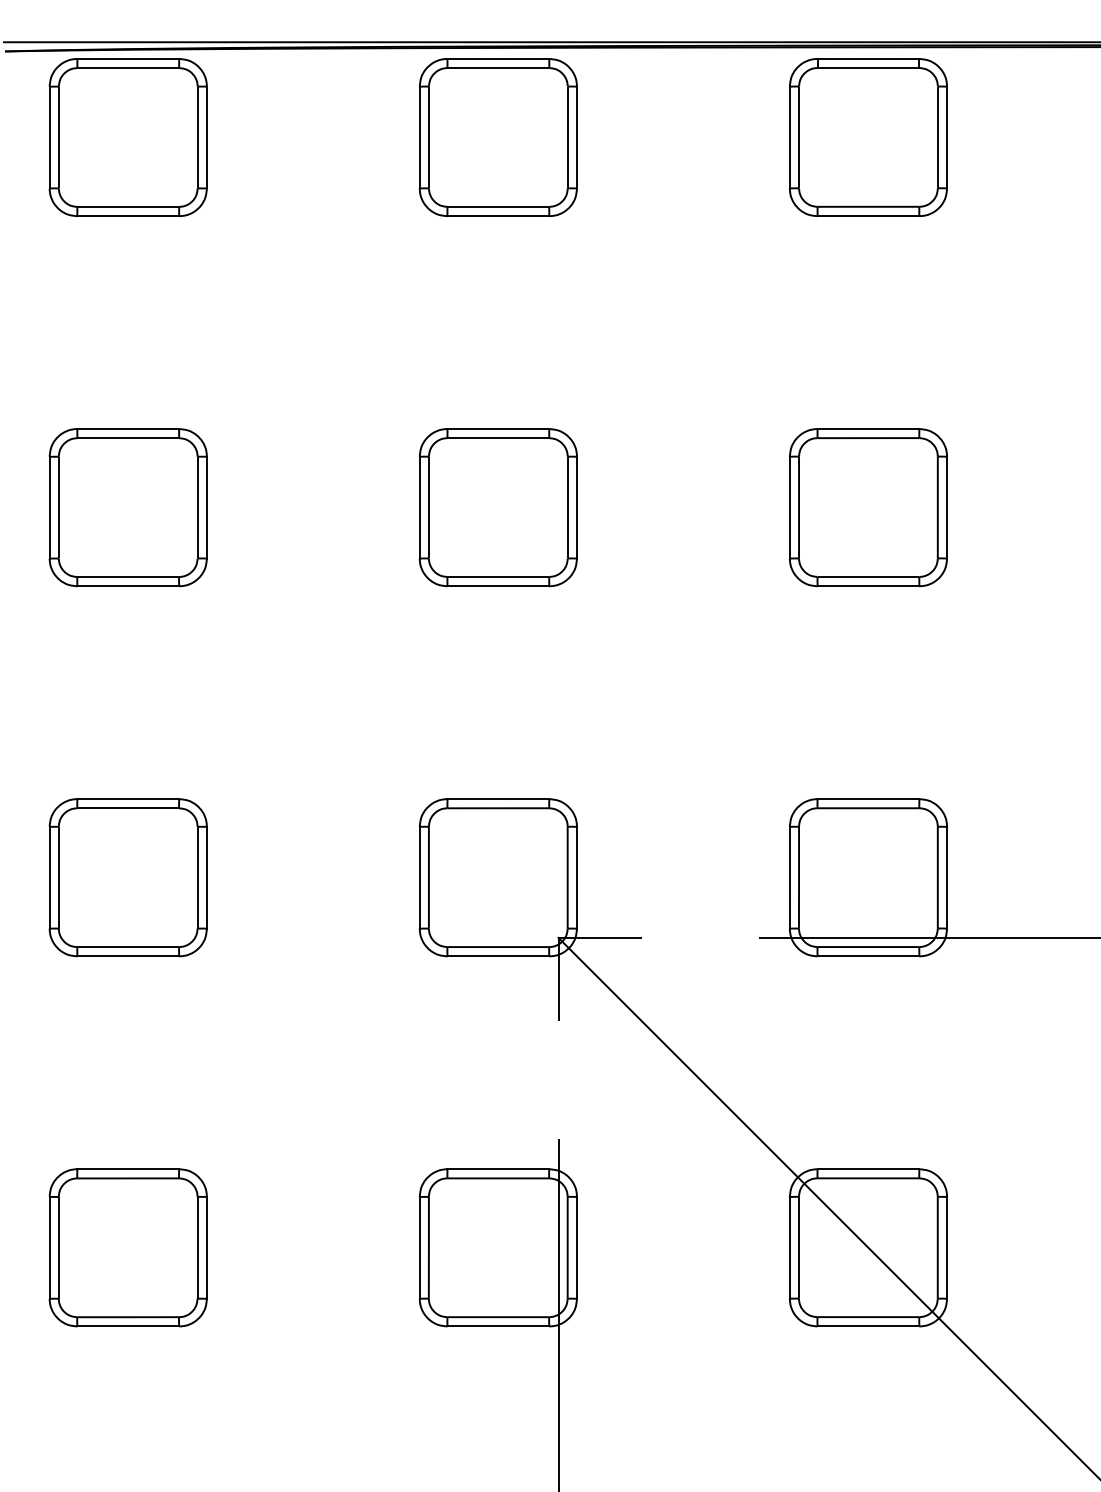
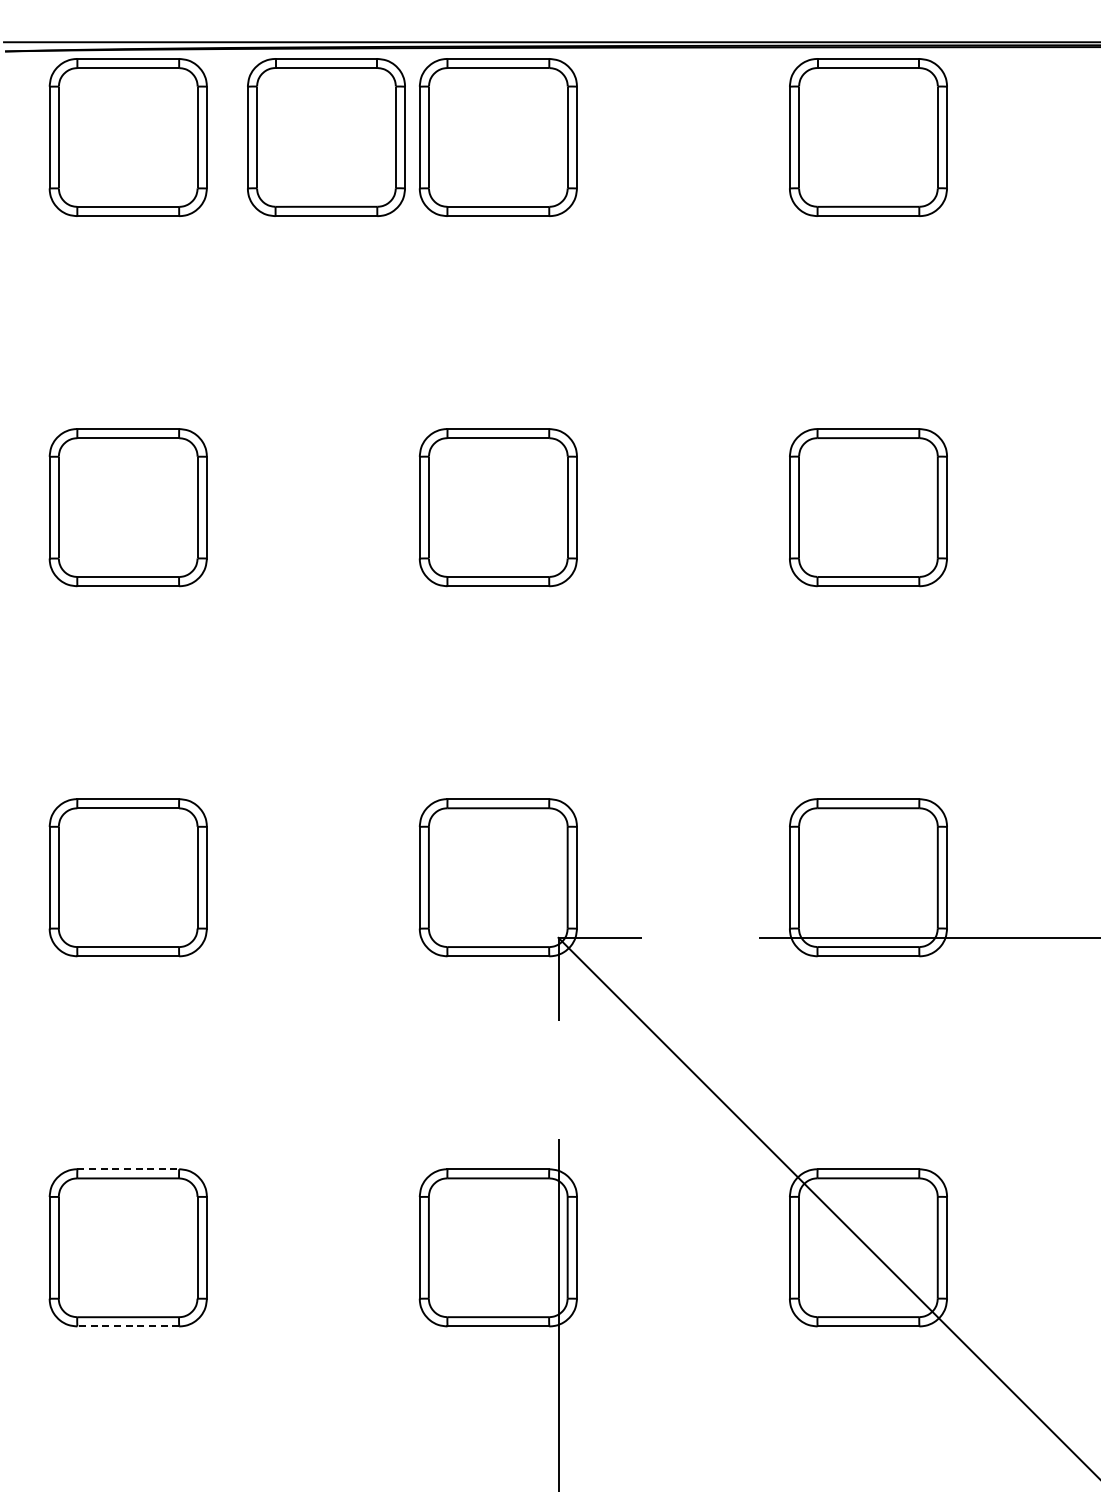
part at (326, 137): none -> present
line at (128, 1169): solid -> dashed
line at (128, 1326): solid -> dashed
